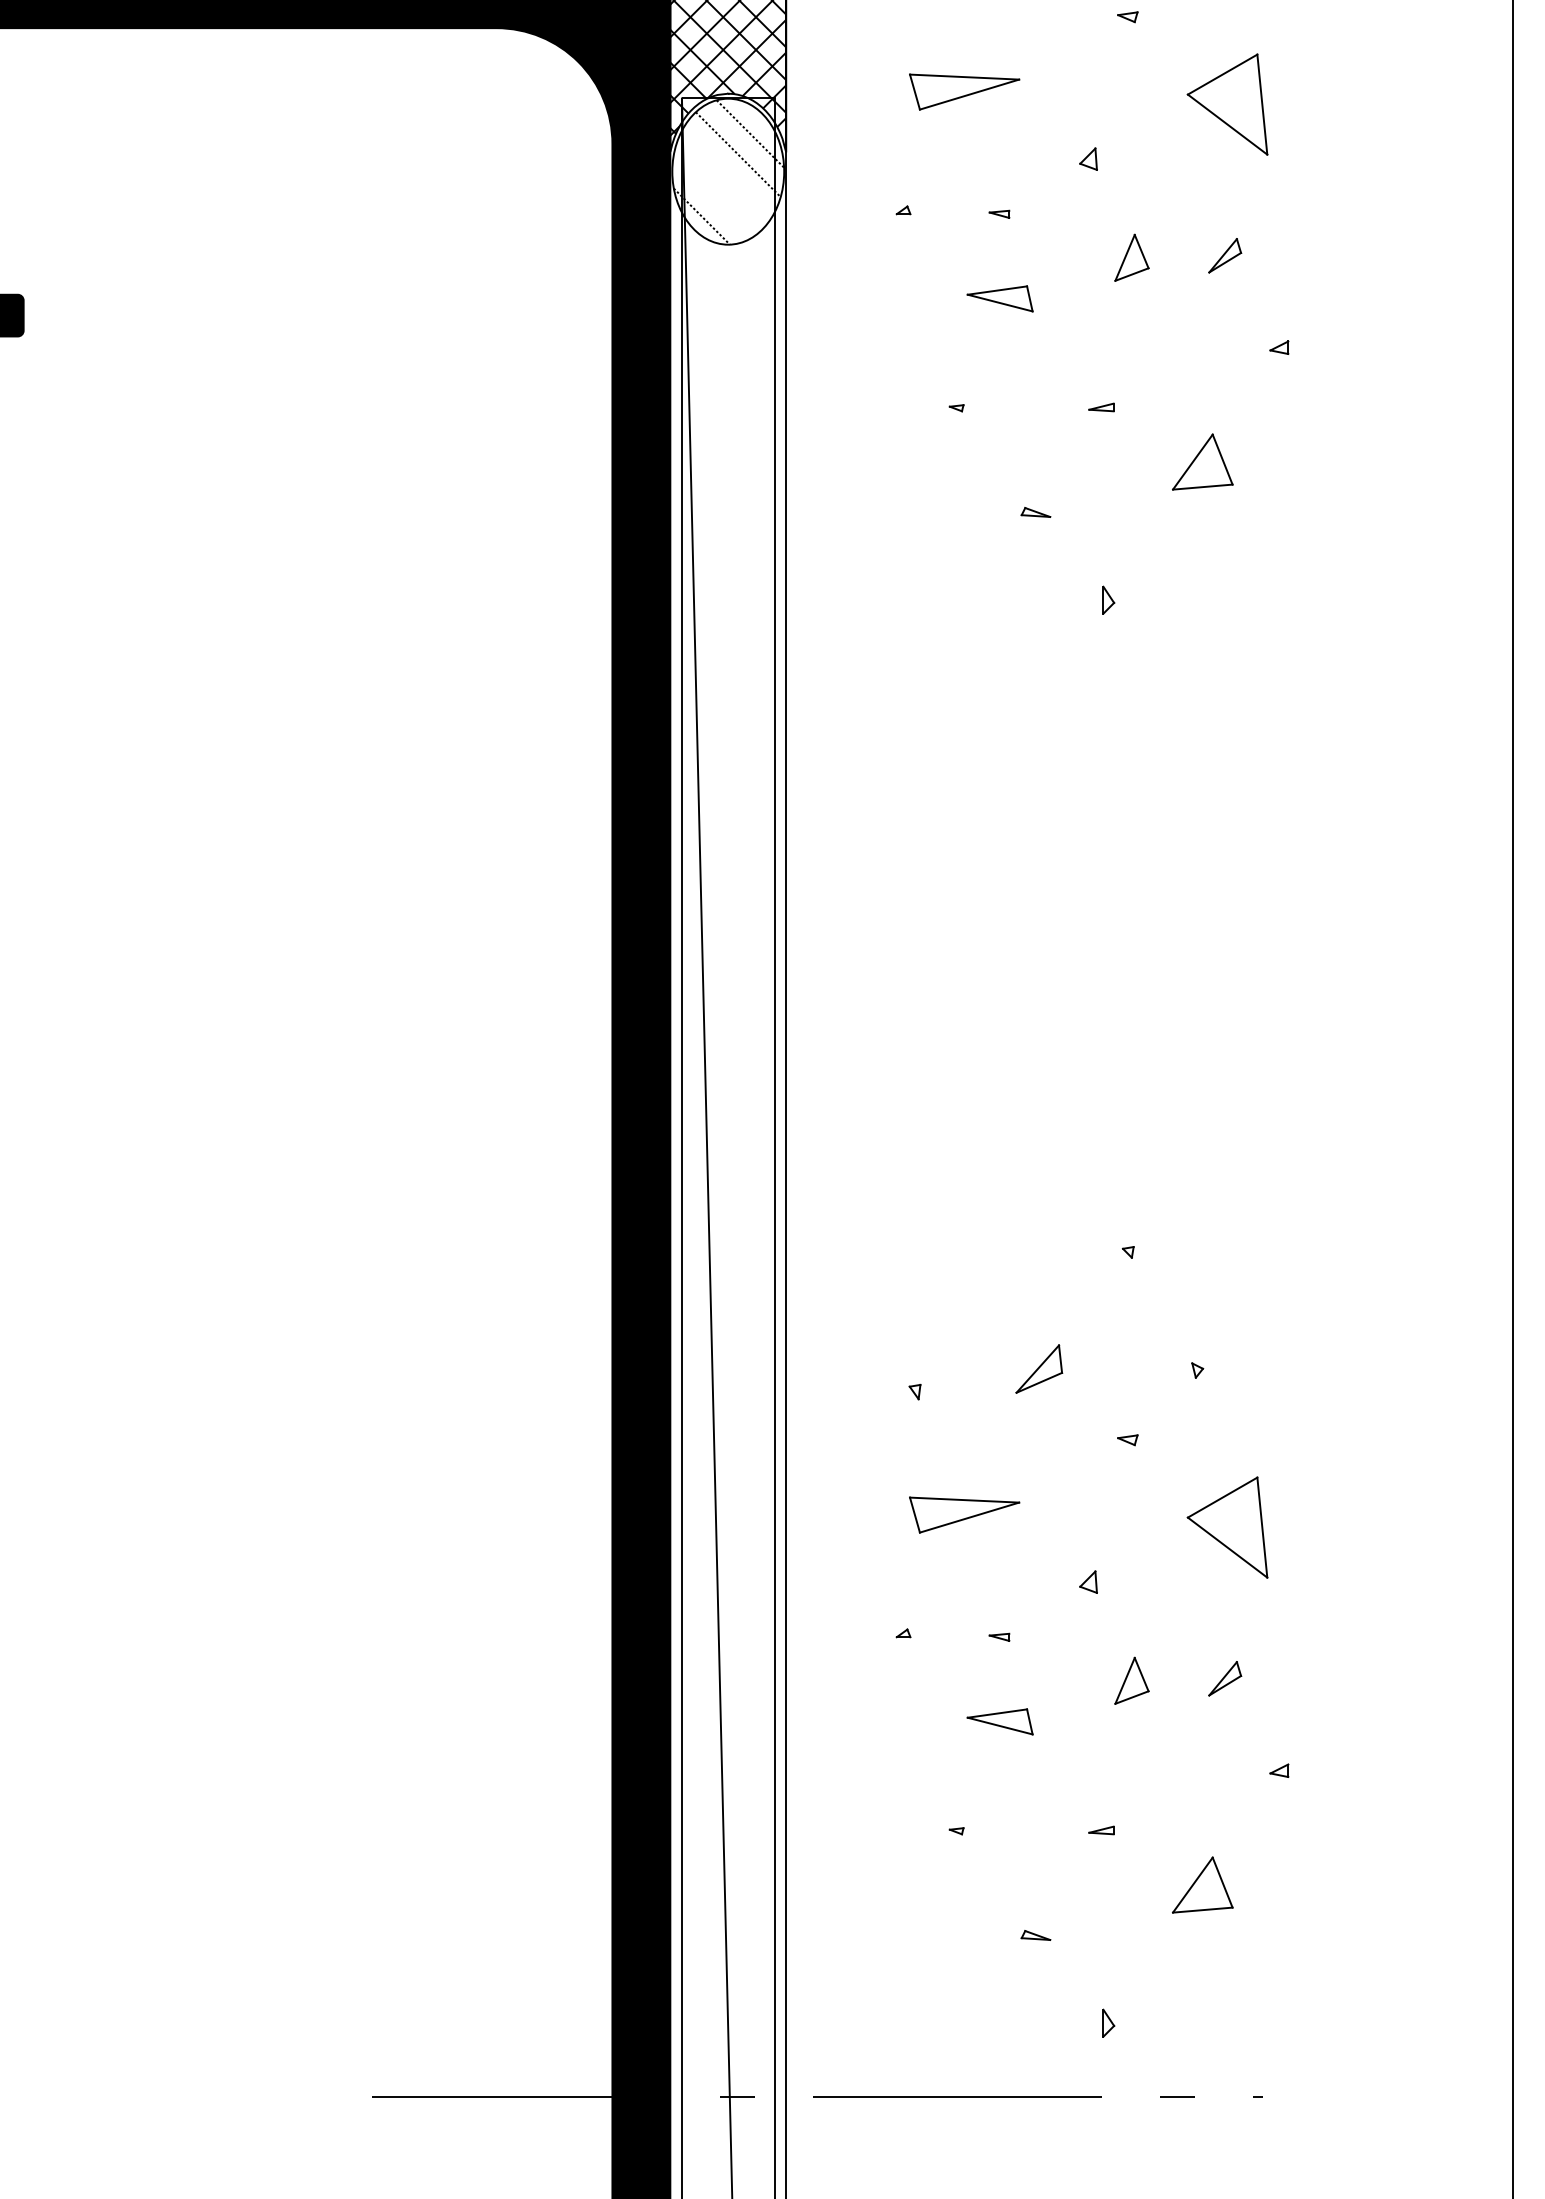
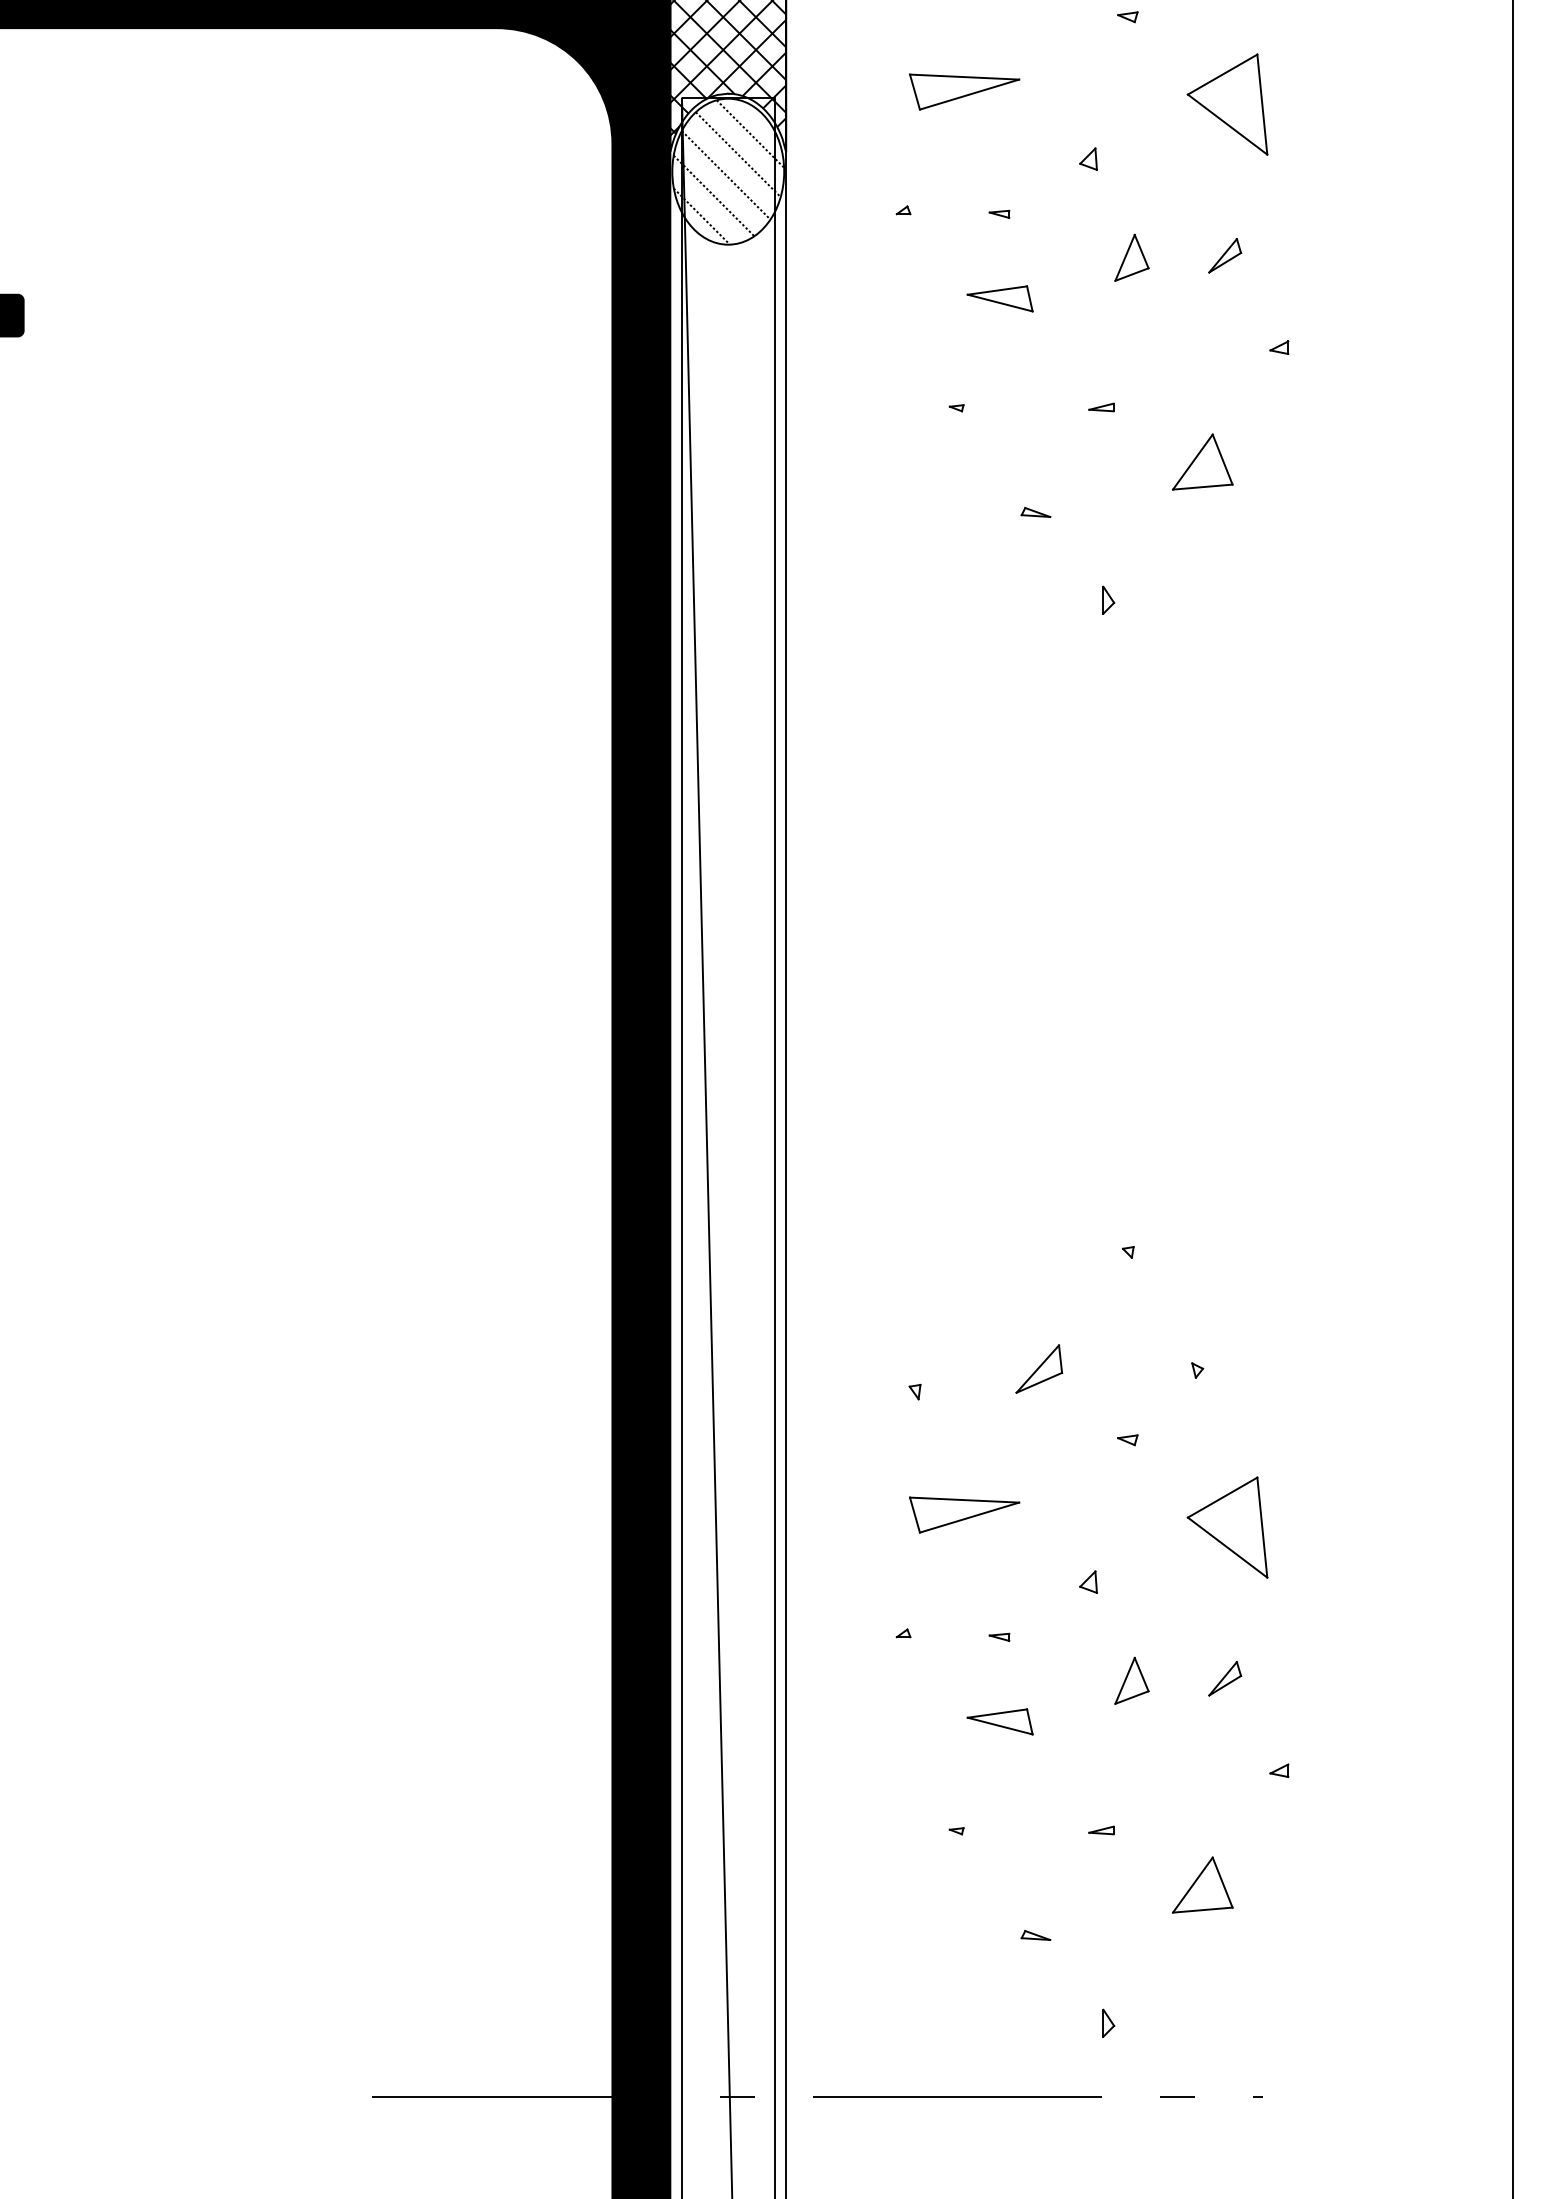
line at (725, 174): none -> present
line at (713, 195): none -> present
